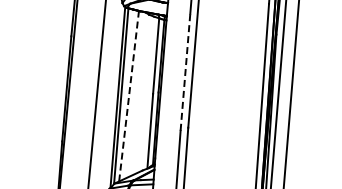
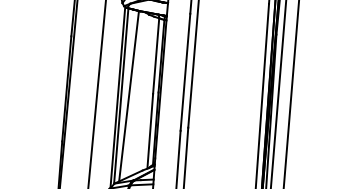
line at (185, 72): dashed -> solid
line at (129, 96): dashed -> solid
